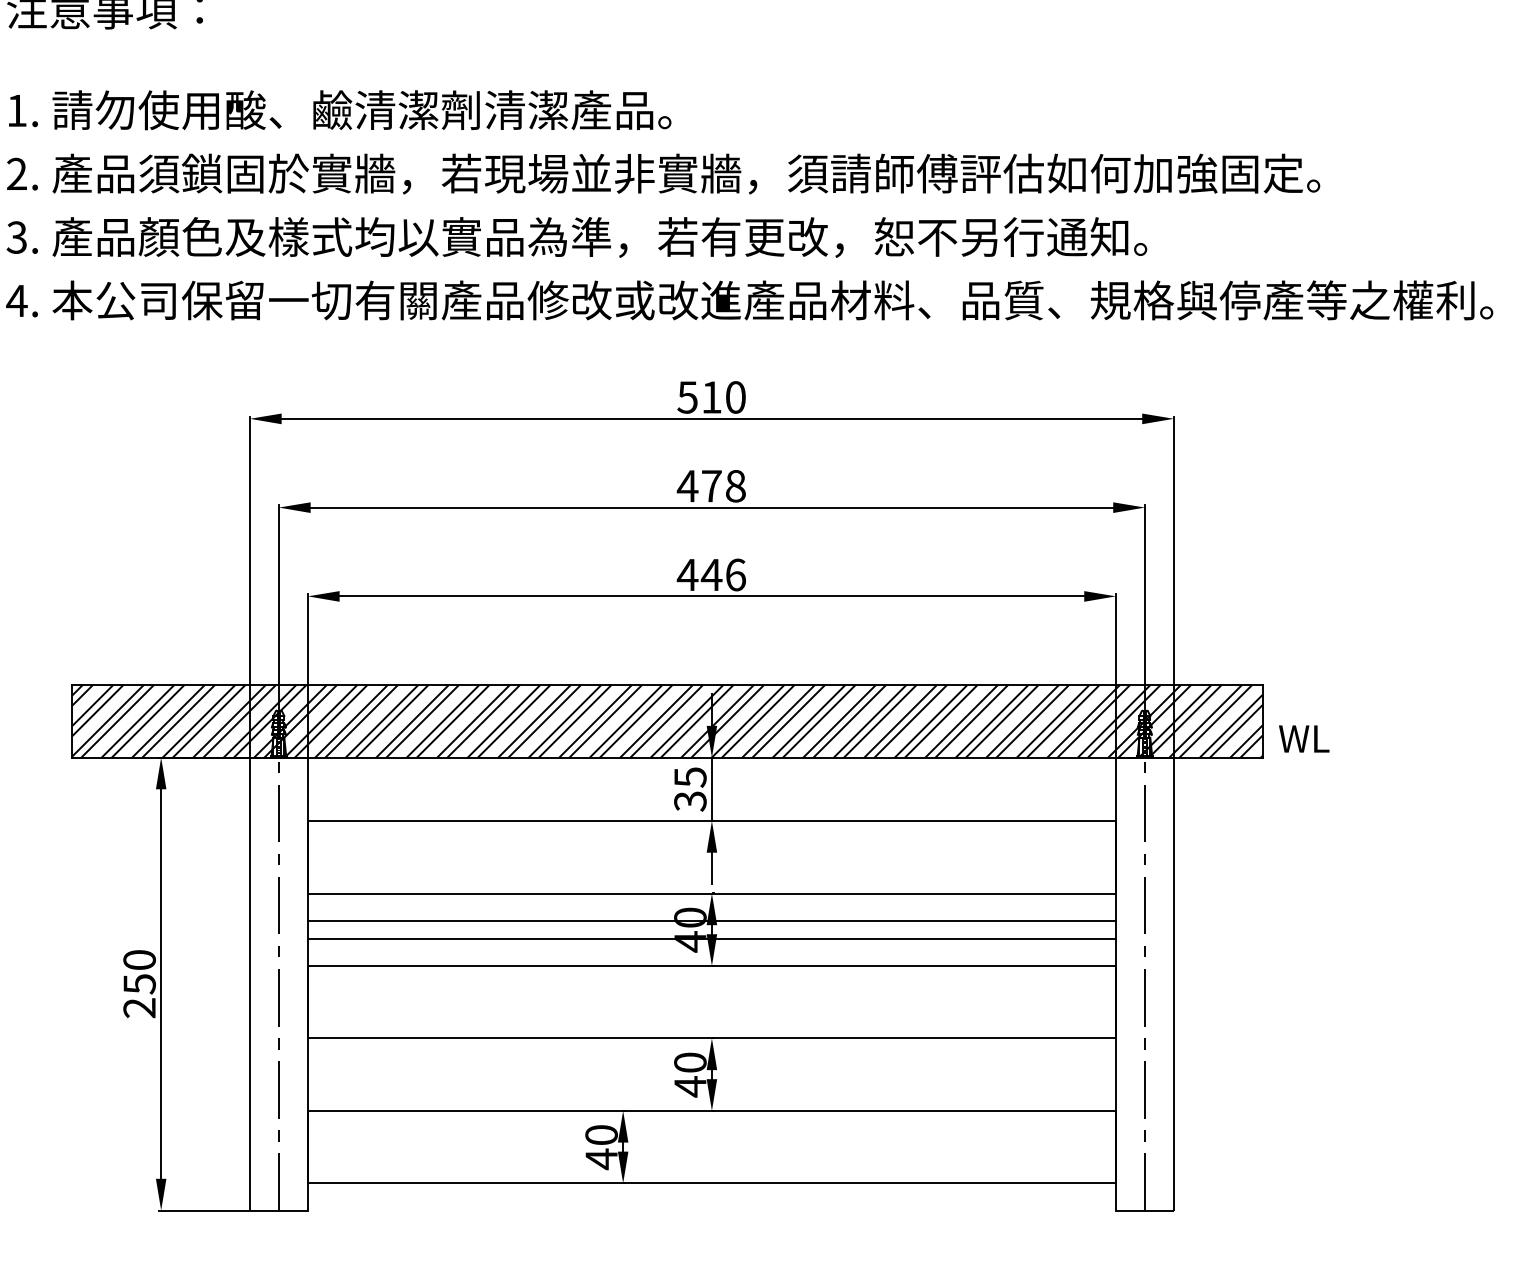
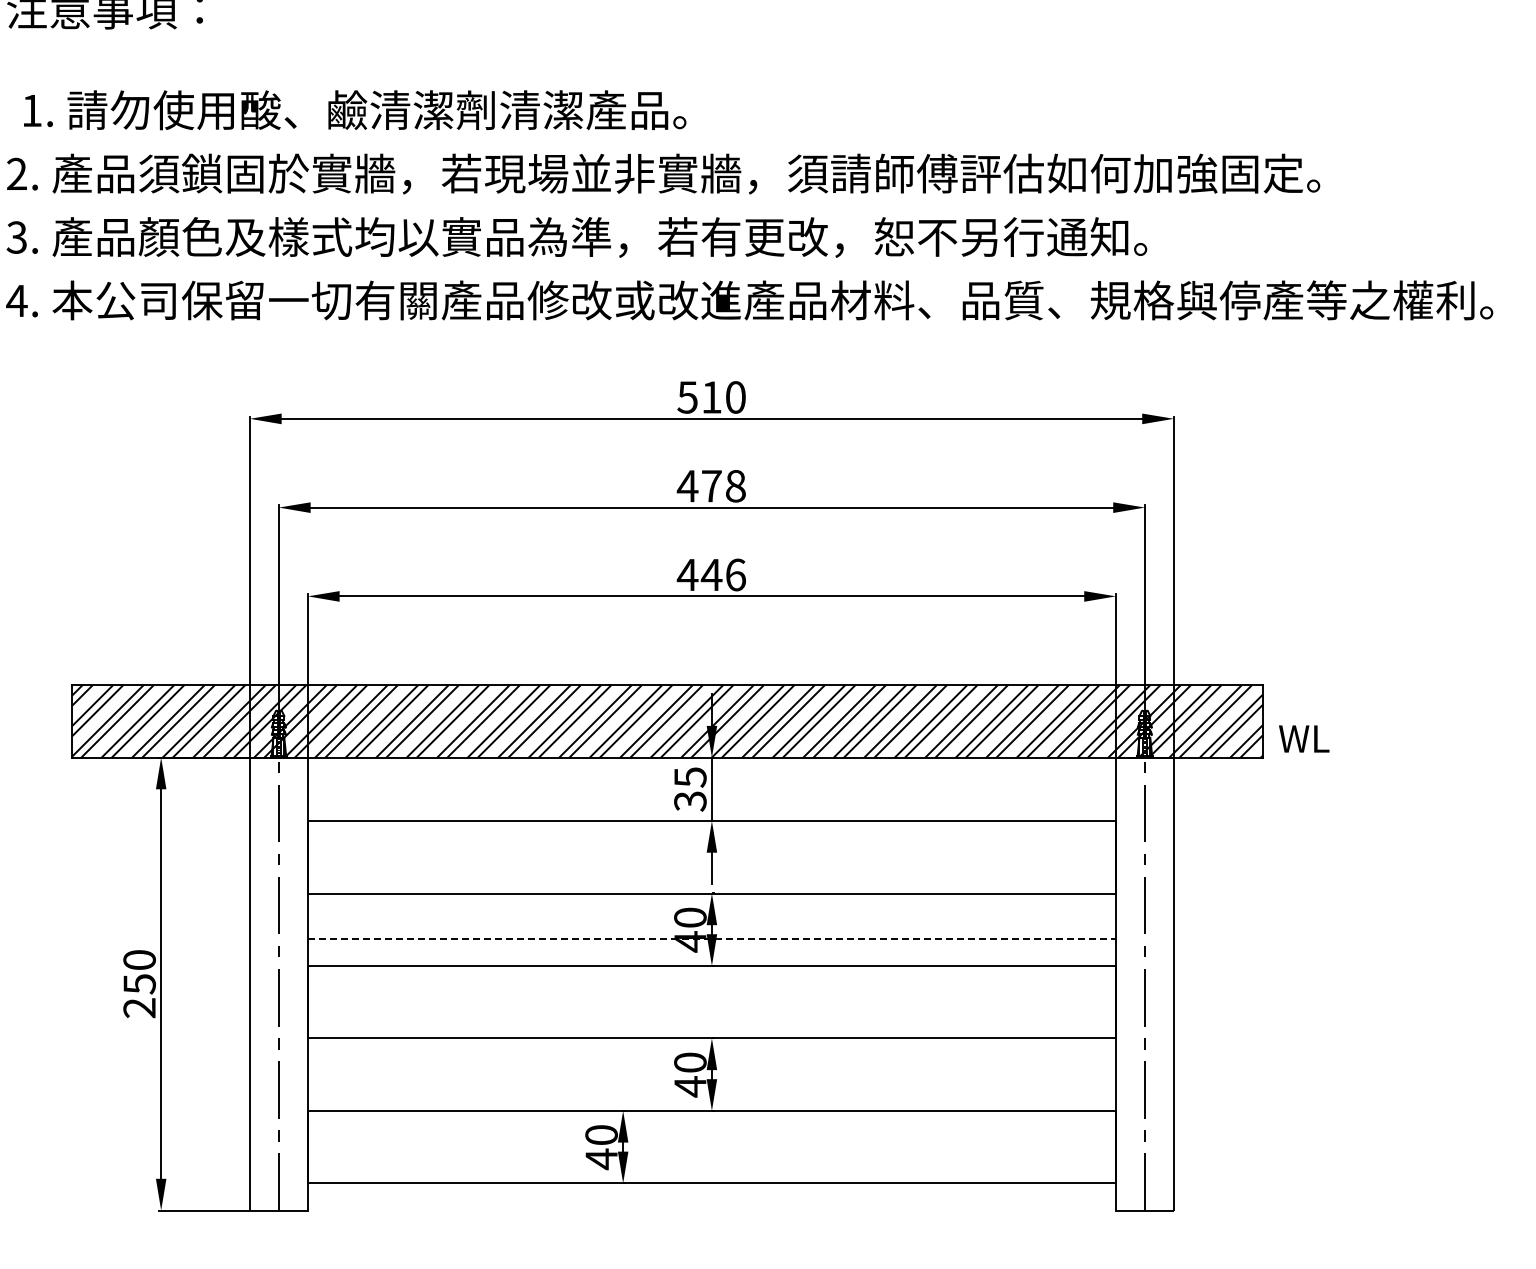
text at (340, 110) position: (340, 110) -> (355, 110)
line at (711, 920): present -> none
line at (712, 938): solid -> dashed
